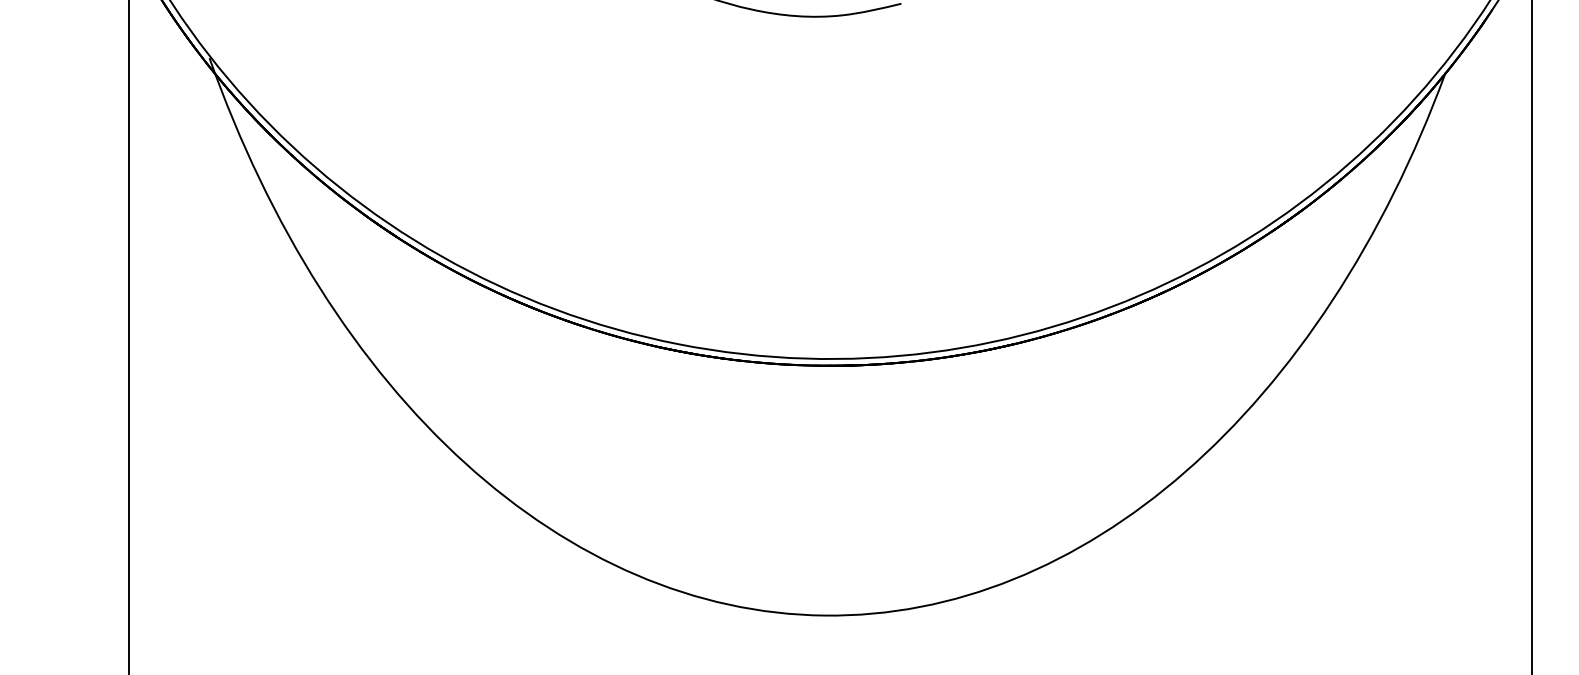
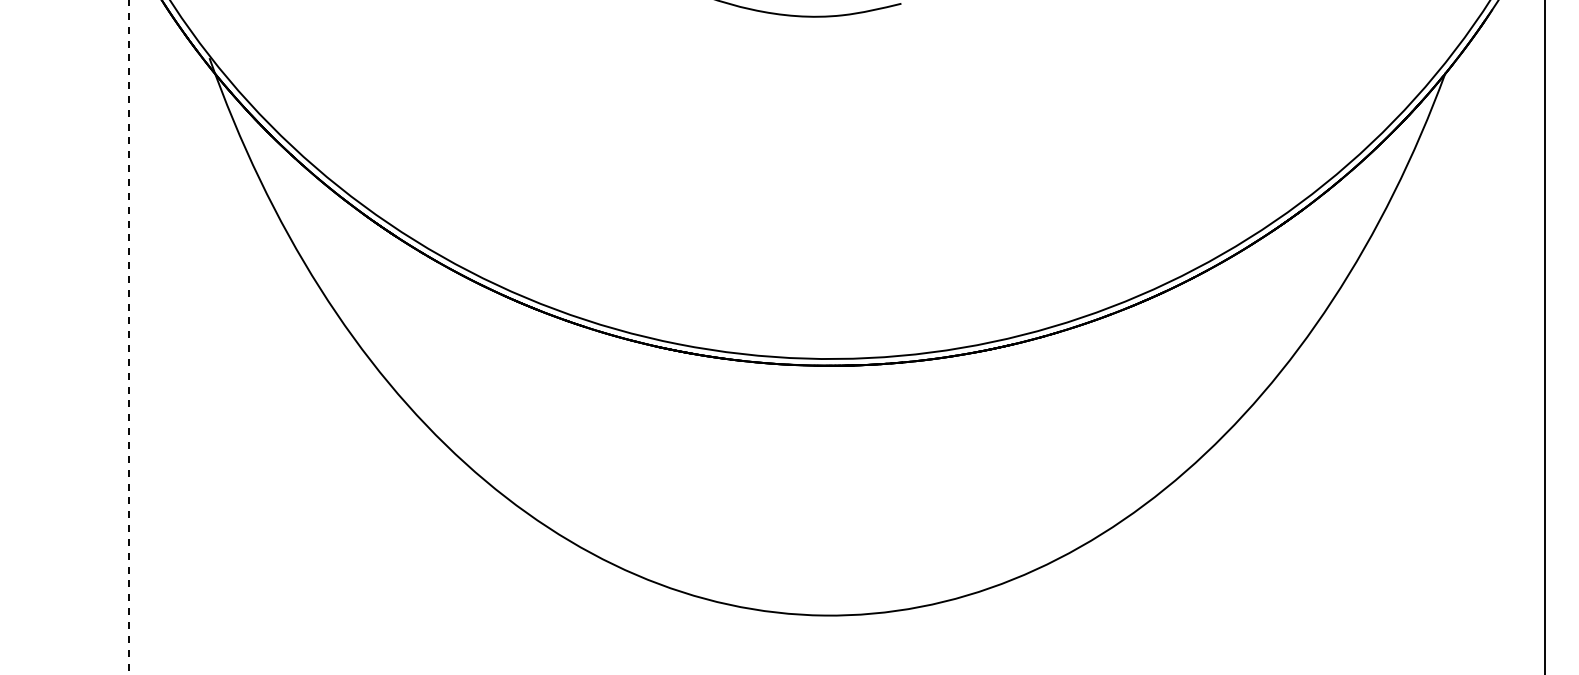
line at (1531, 336) position: (1531, 336) -> (1544, 336)
line at (128, 337): solid -> dashed
